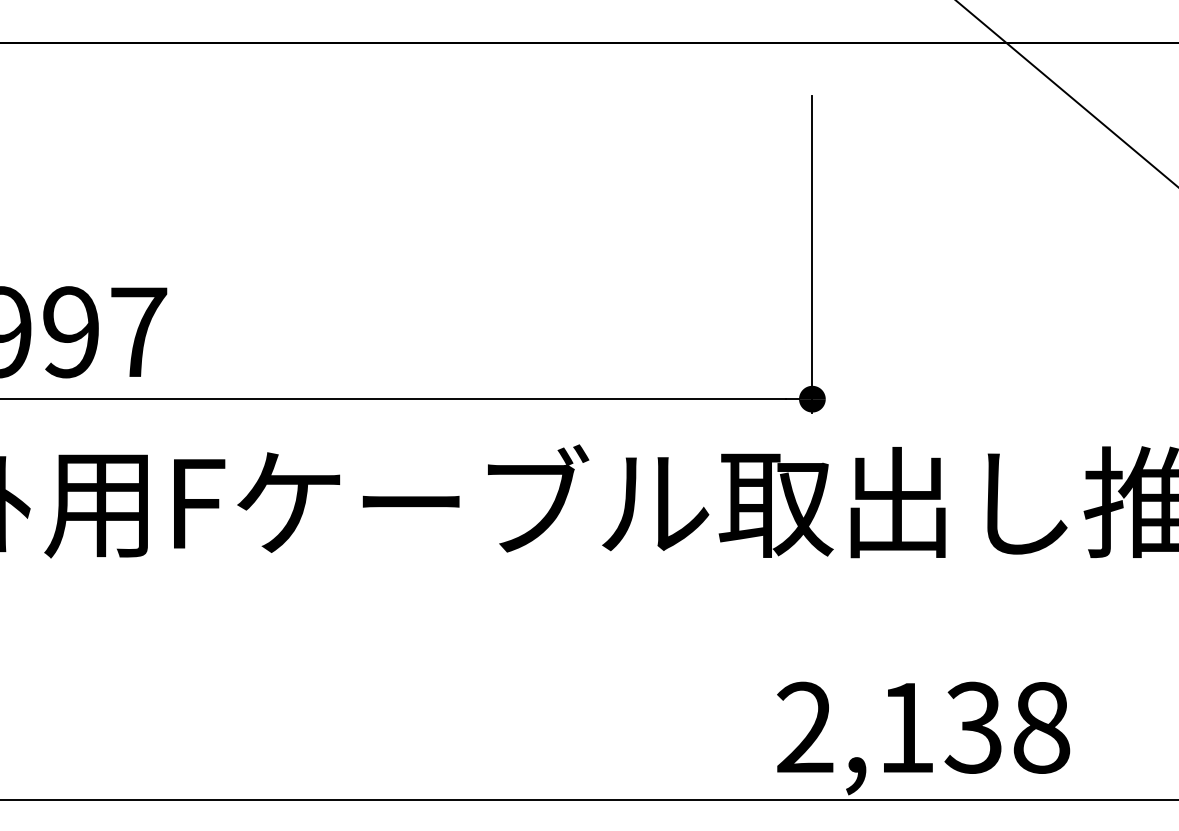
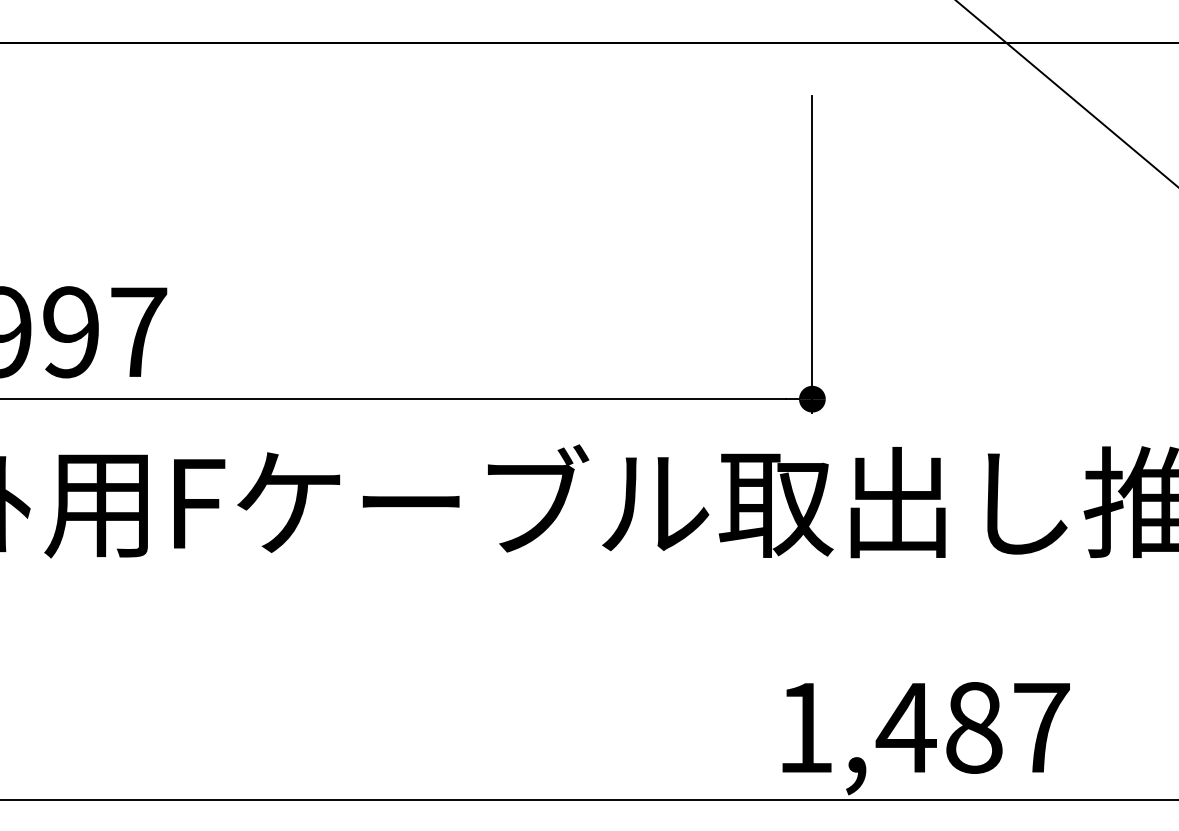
text at (923, 727): 2,138 -> 1,487
